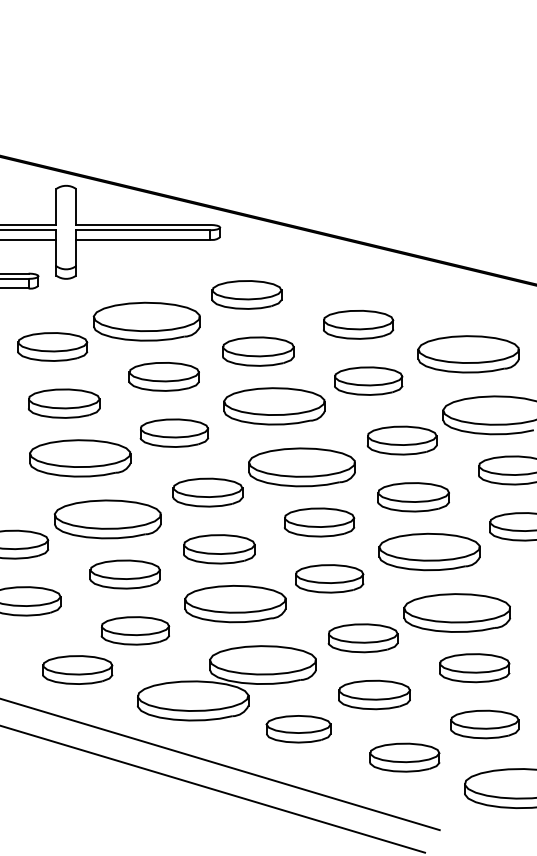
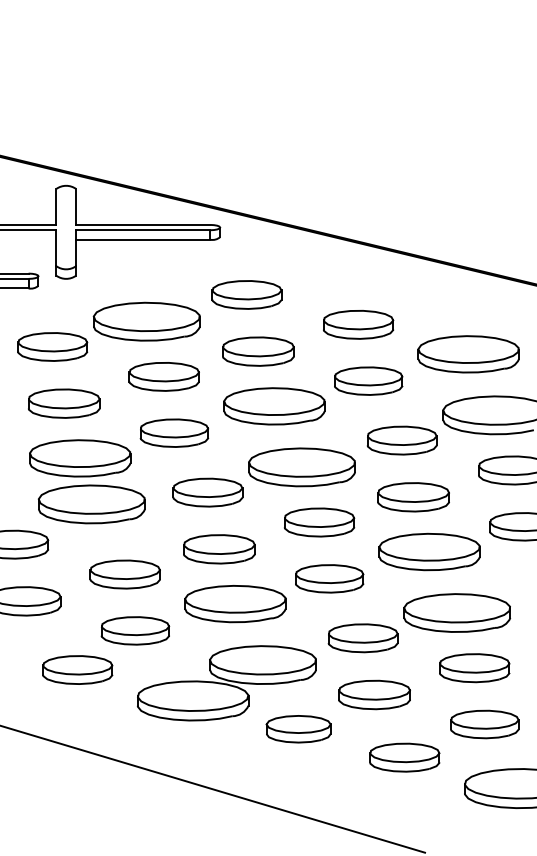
line at (29, 239): present -> none
part at (107, 519) position: (107, 519) -> (91, 504)
line at (221, 764): present -> none
